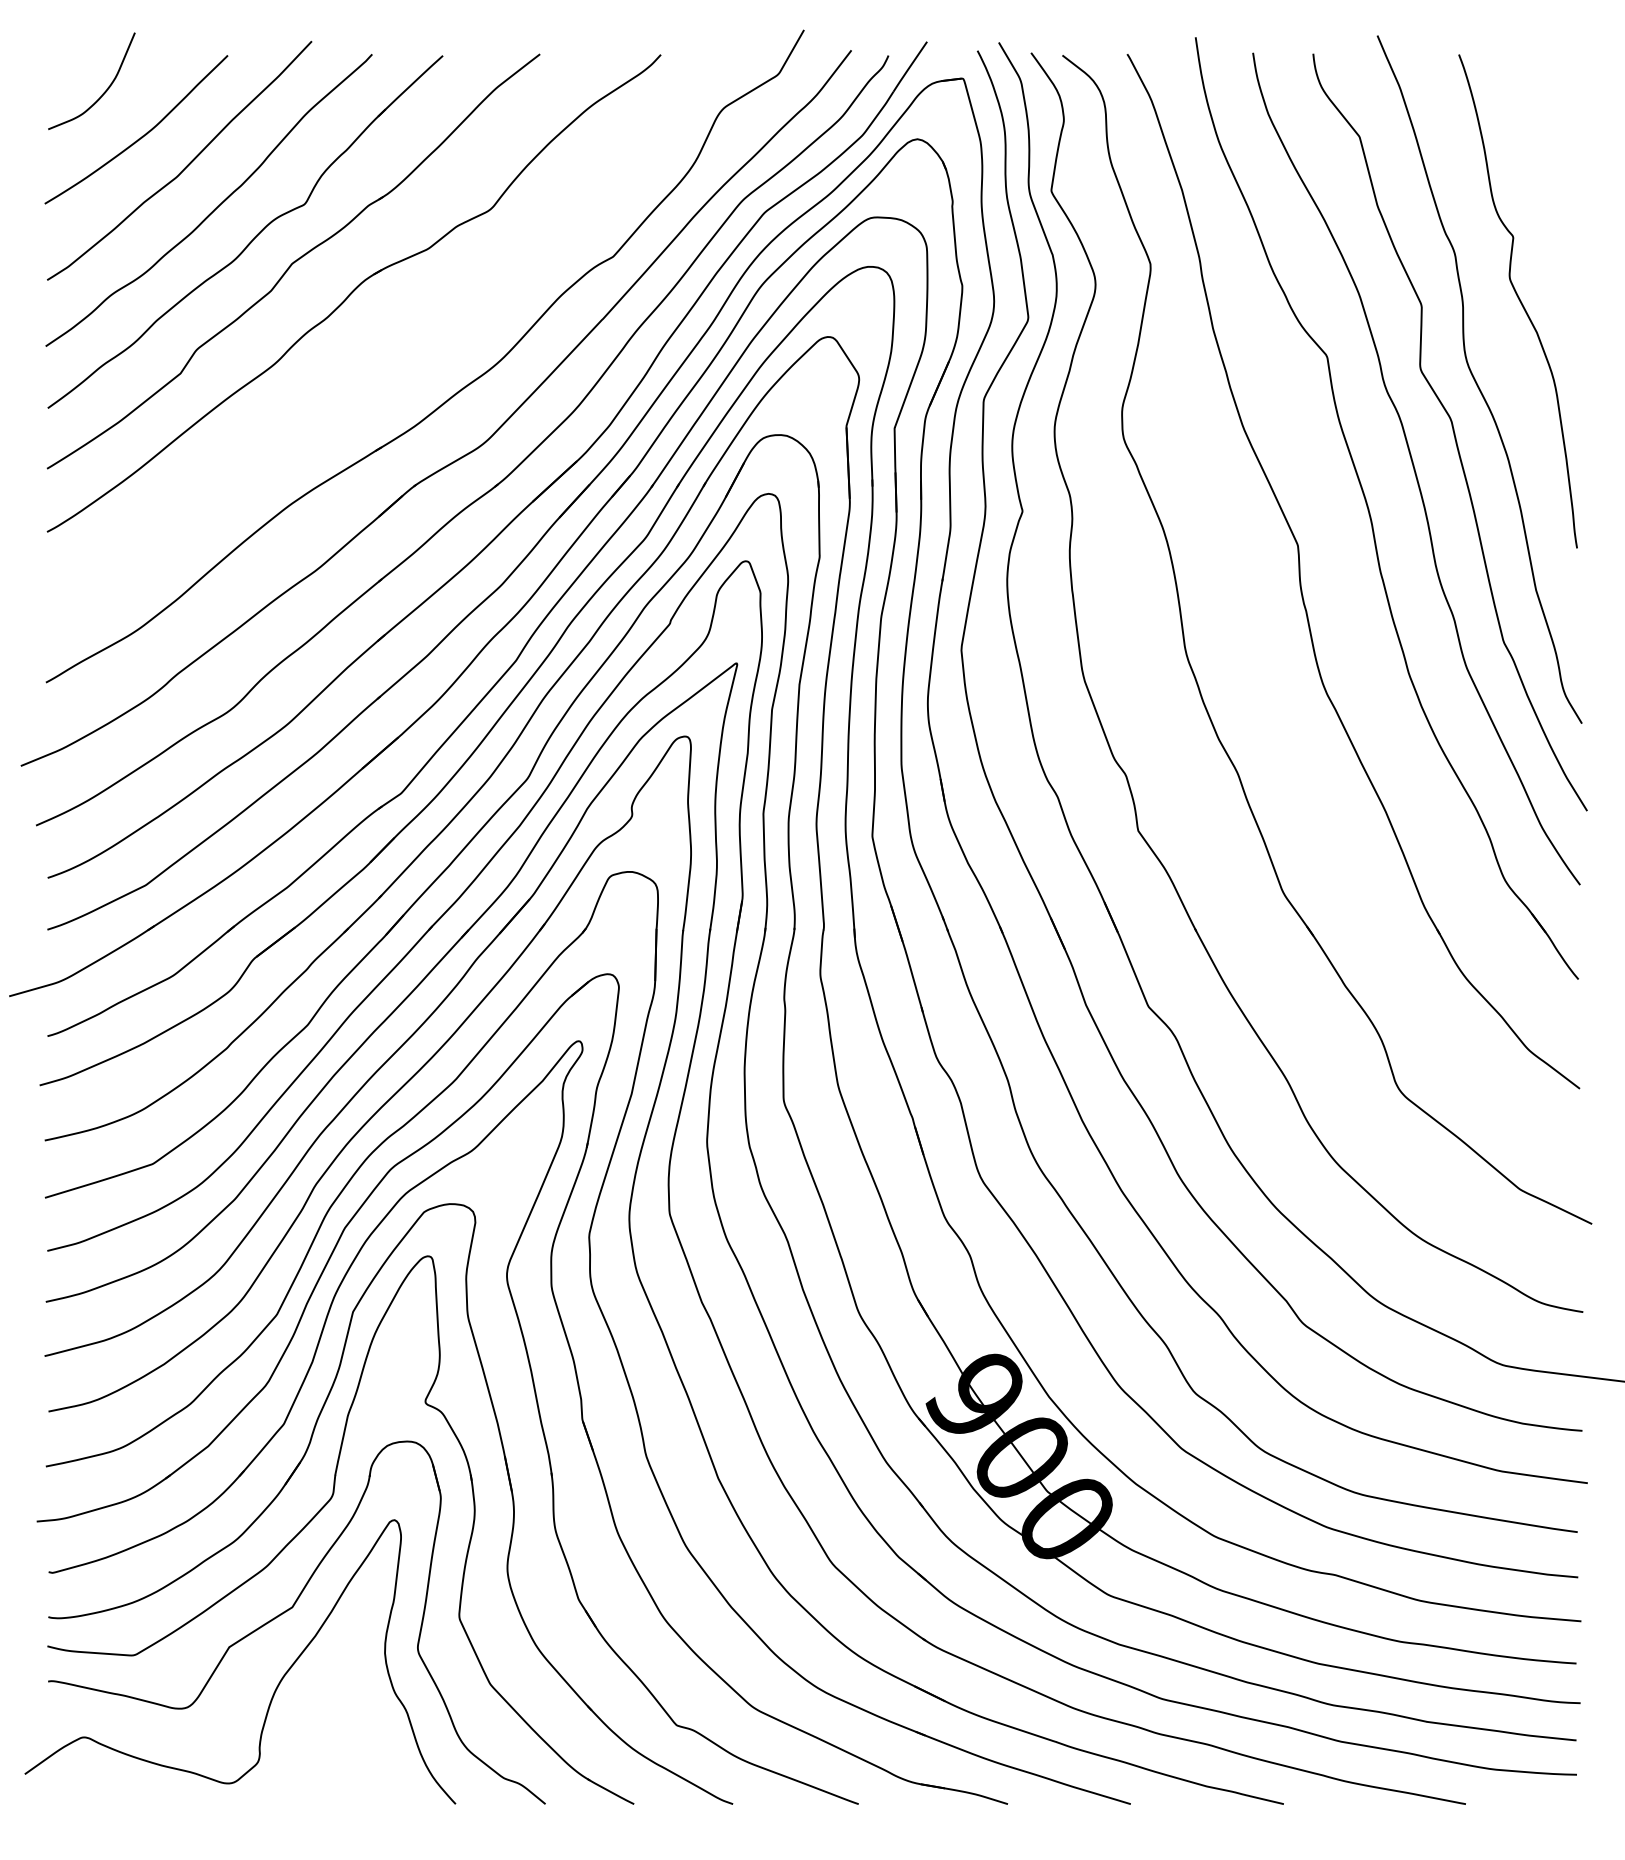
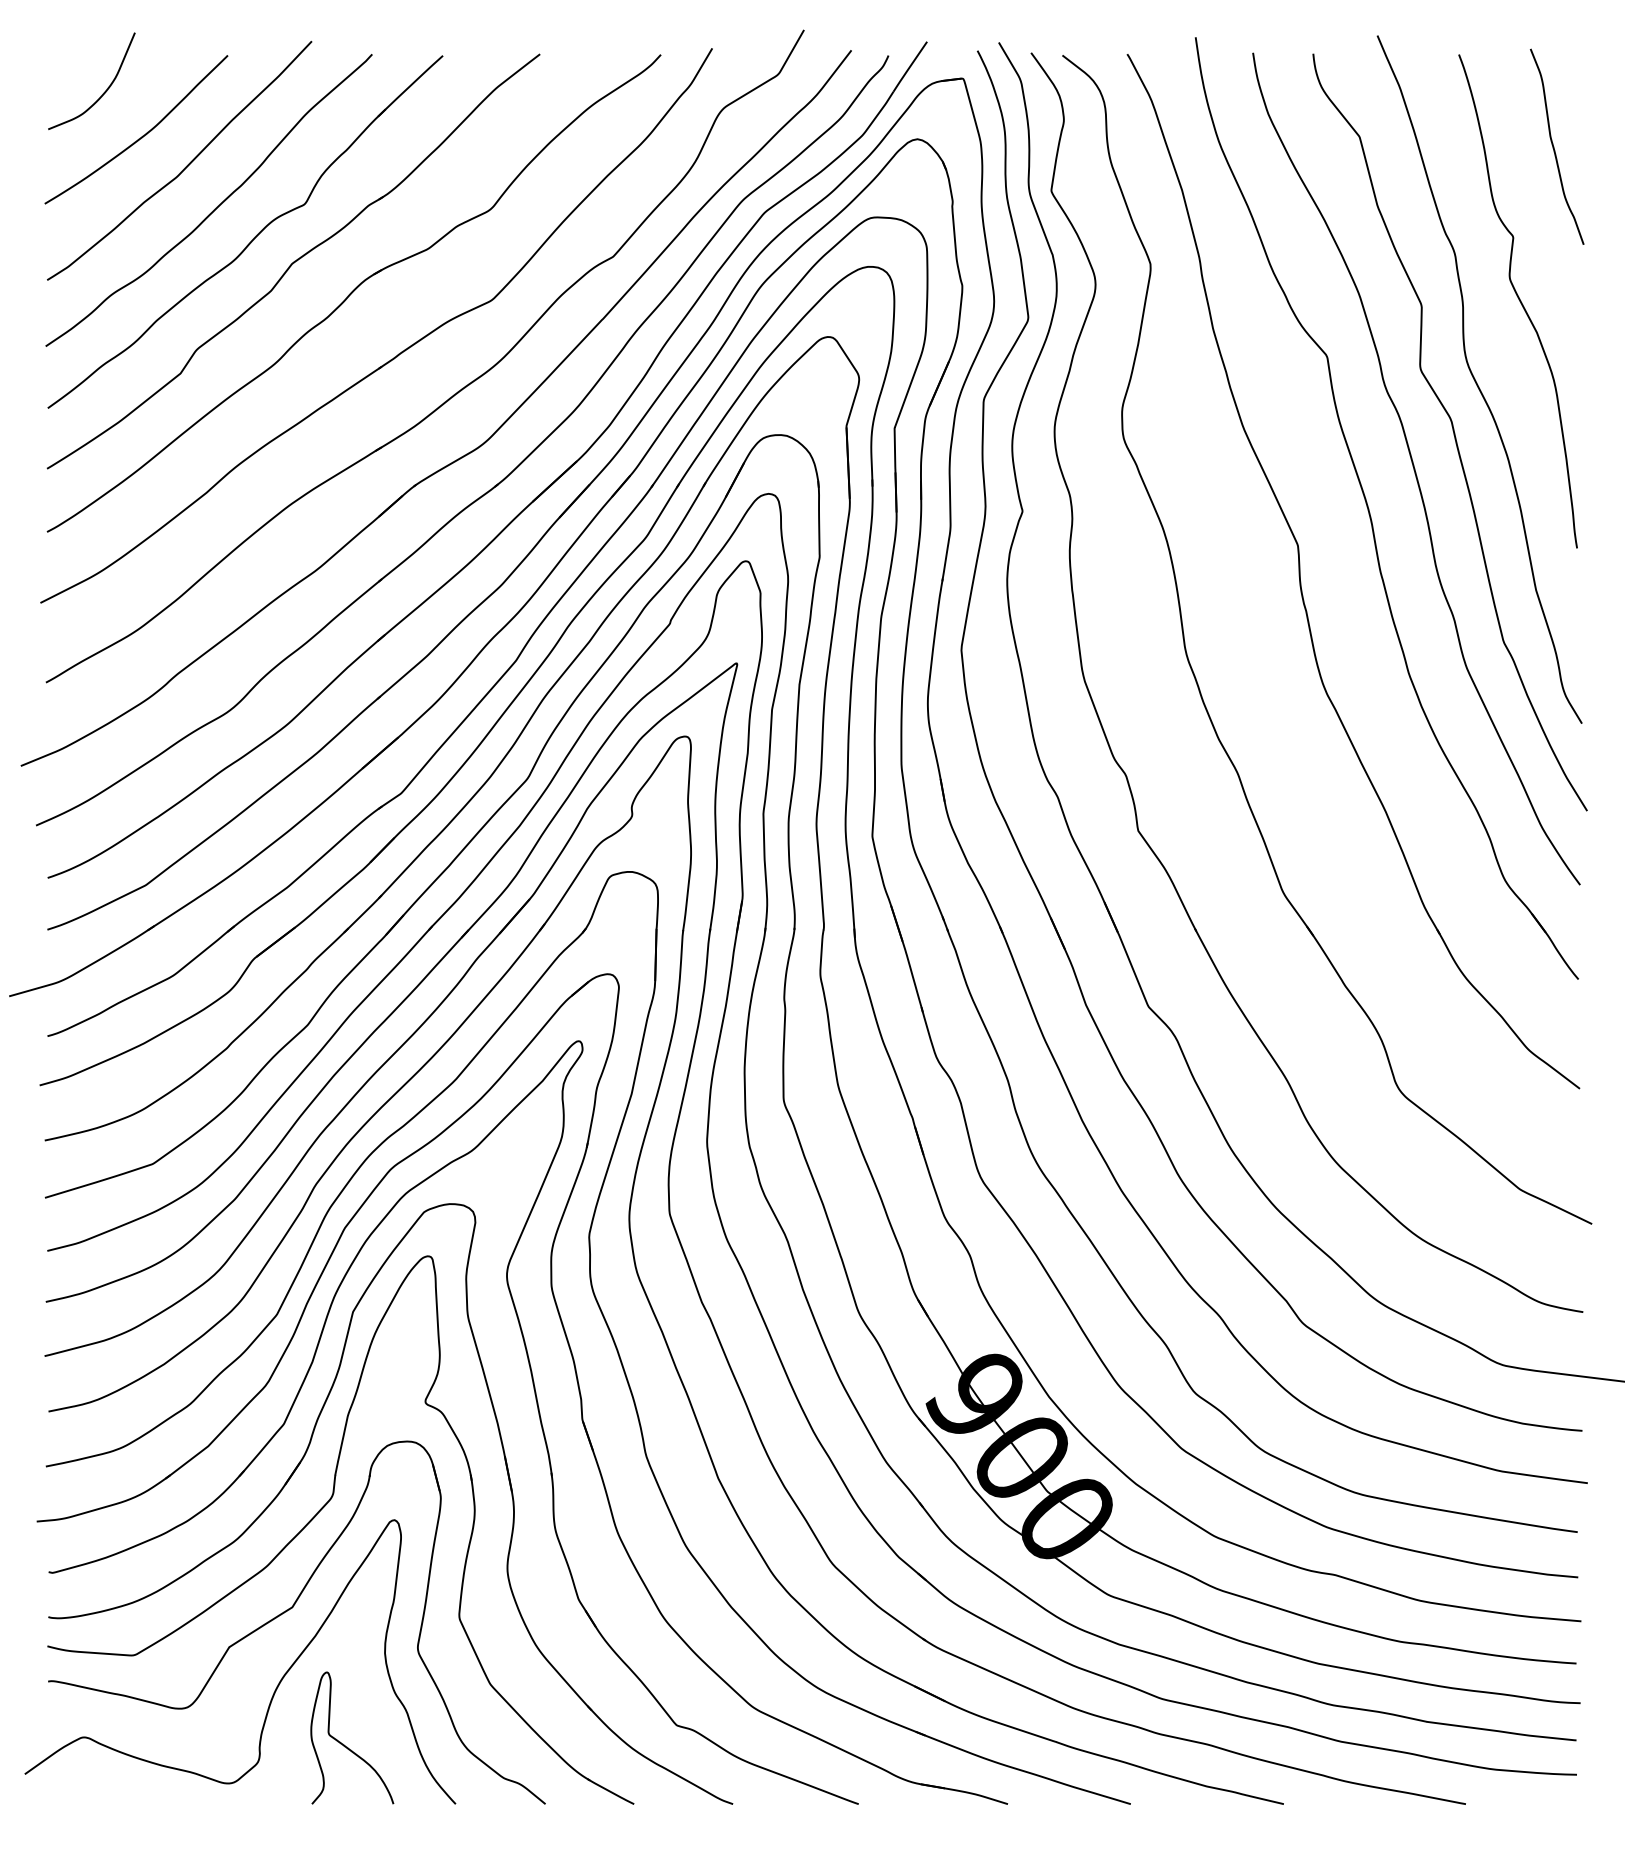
curve at (1554, 146): none -> present
part at (398, 353): none -> present
curve at (344, 1744): none -> present
